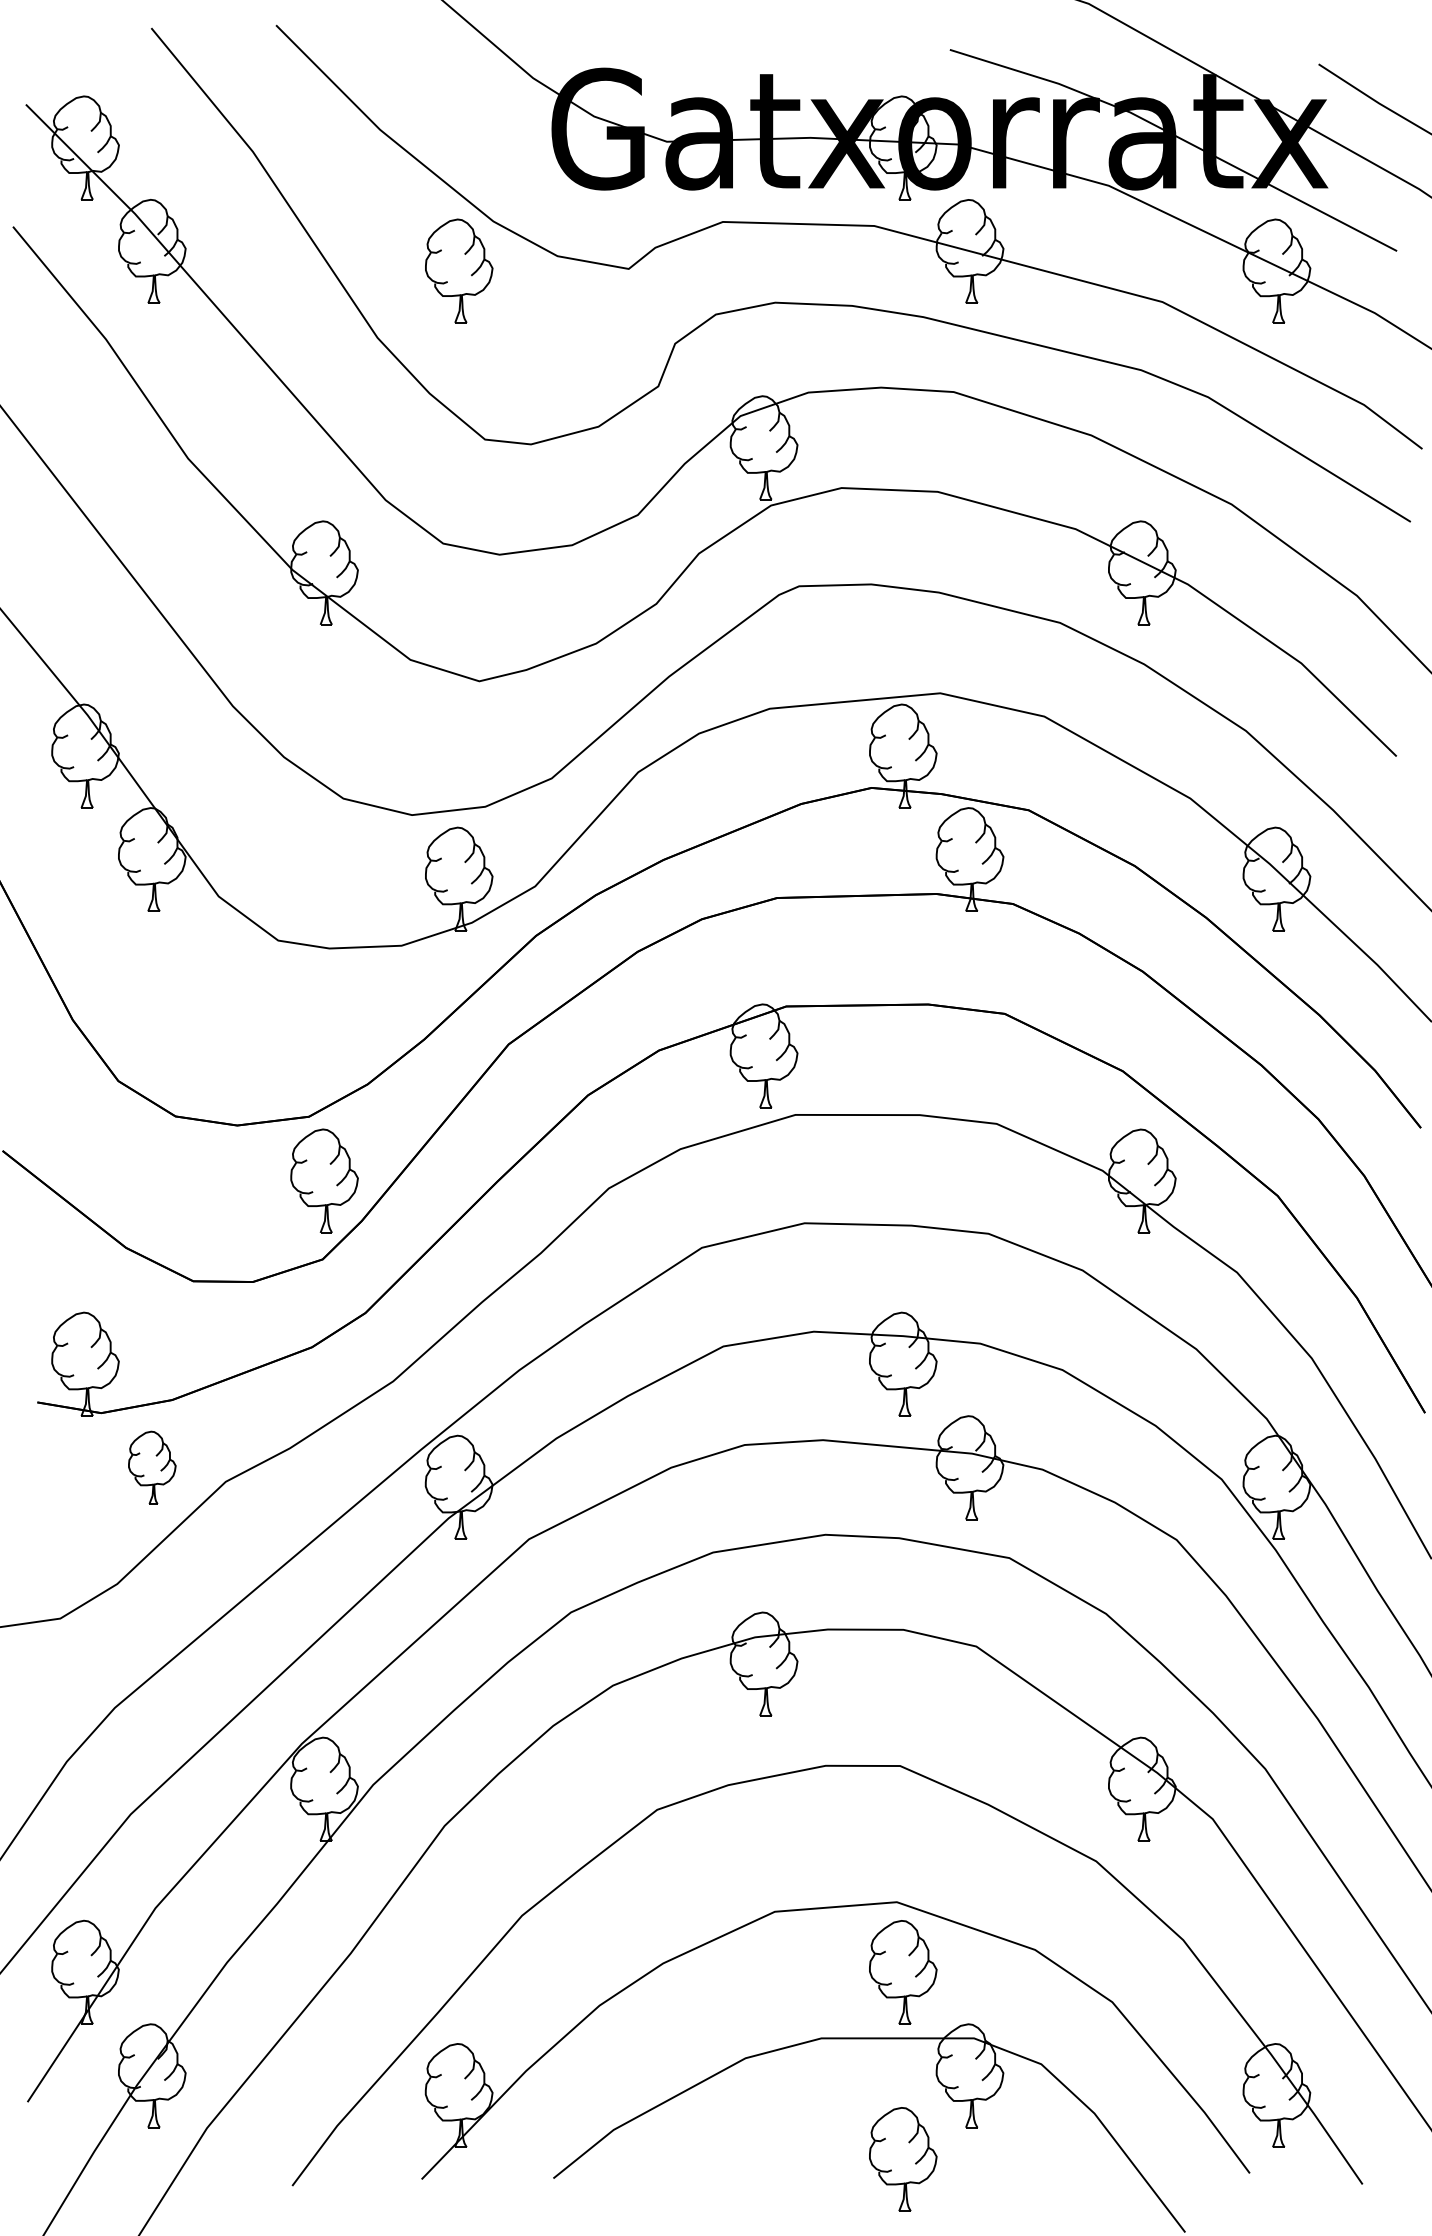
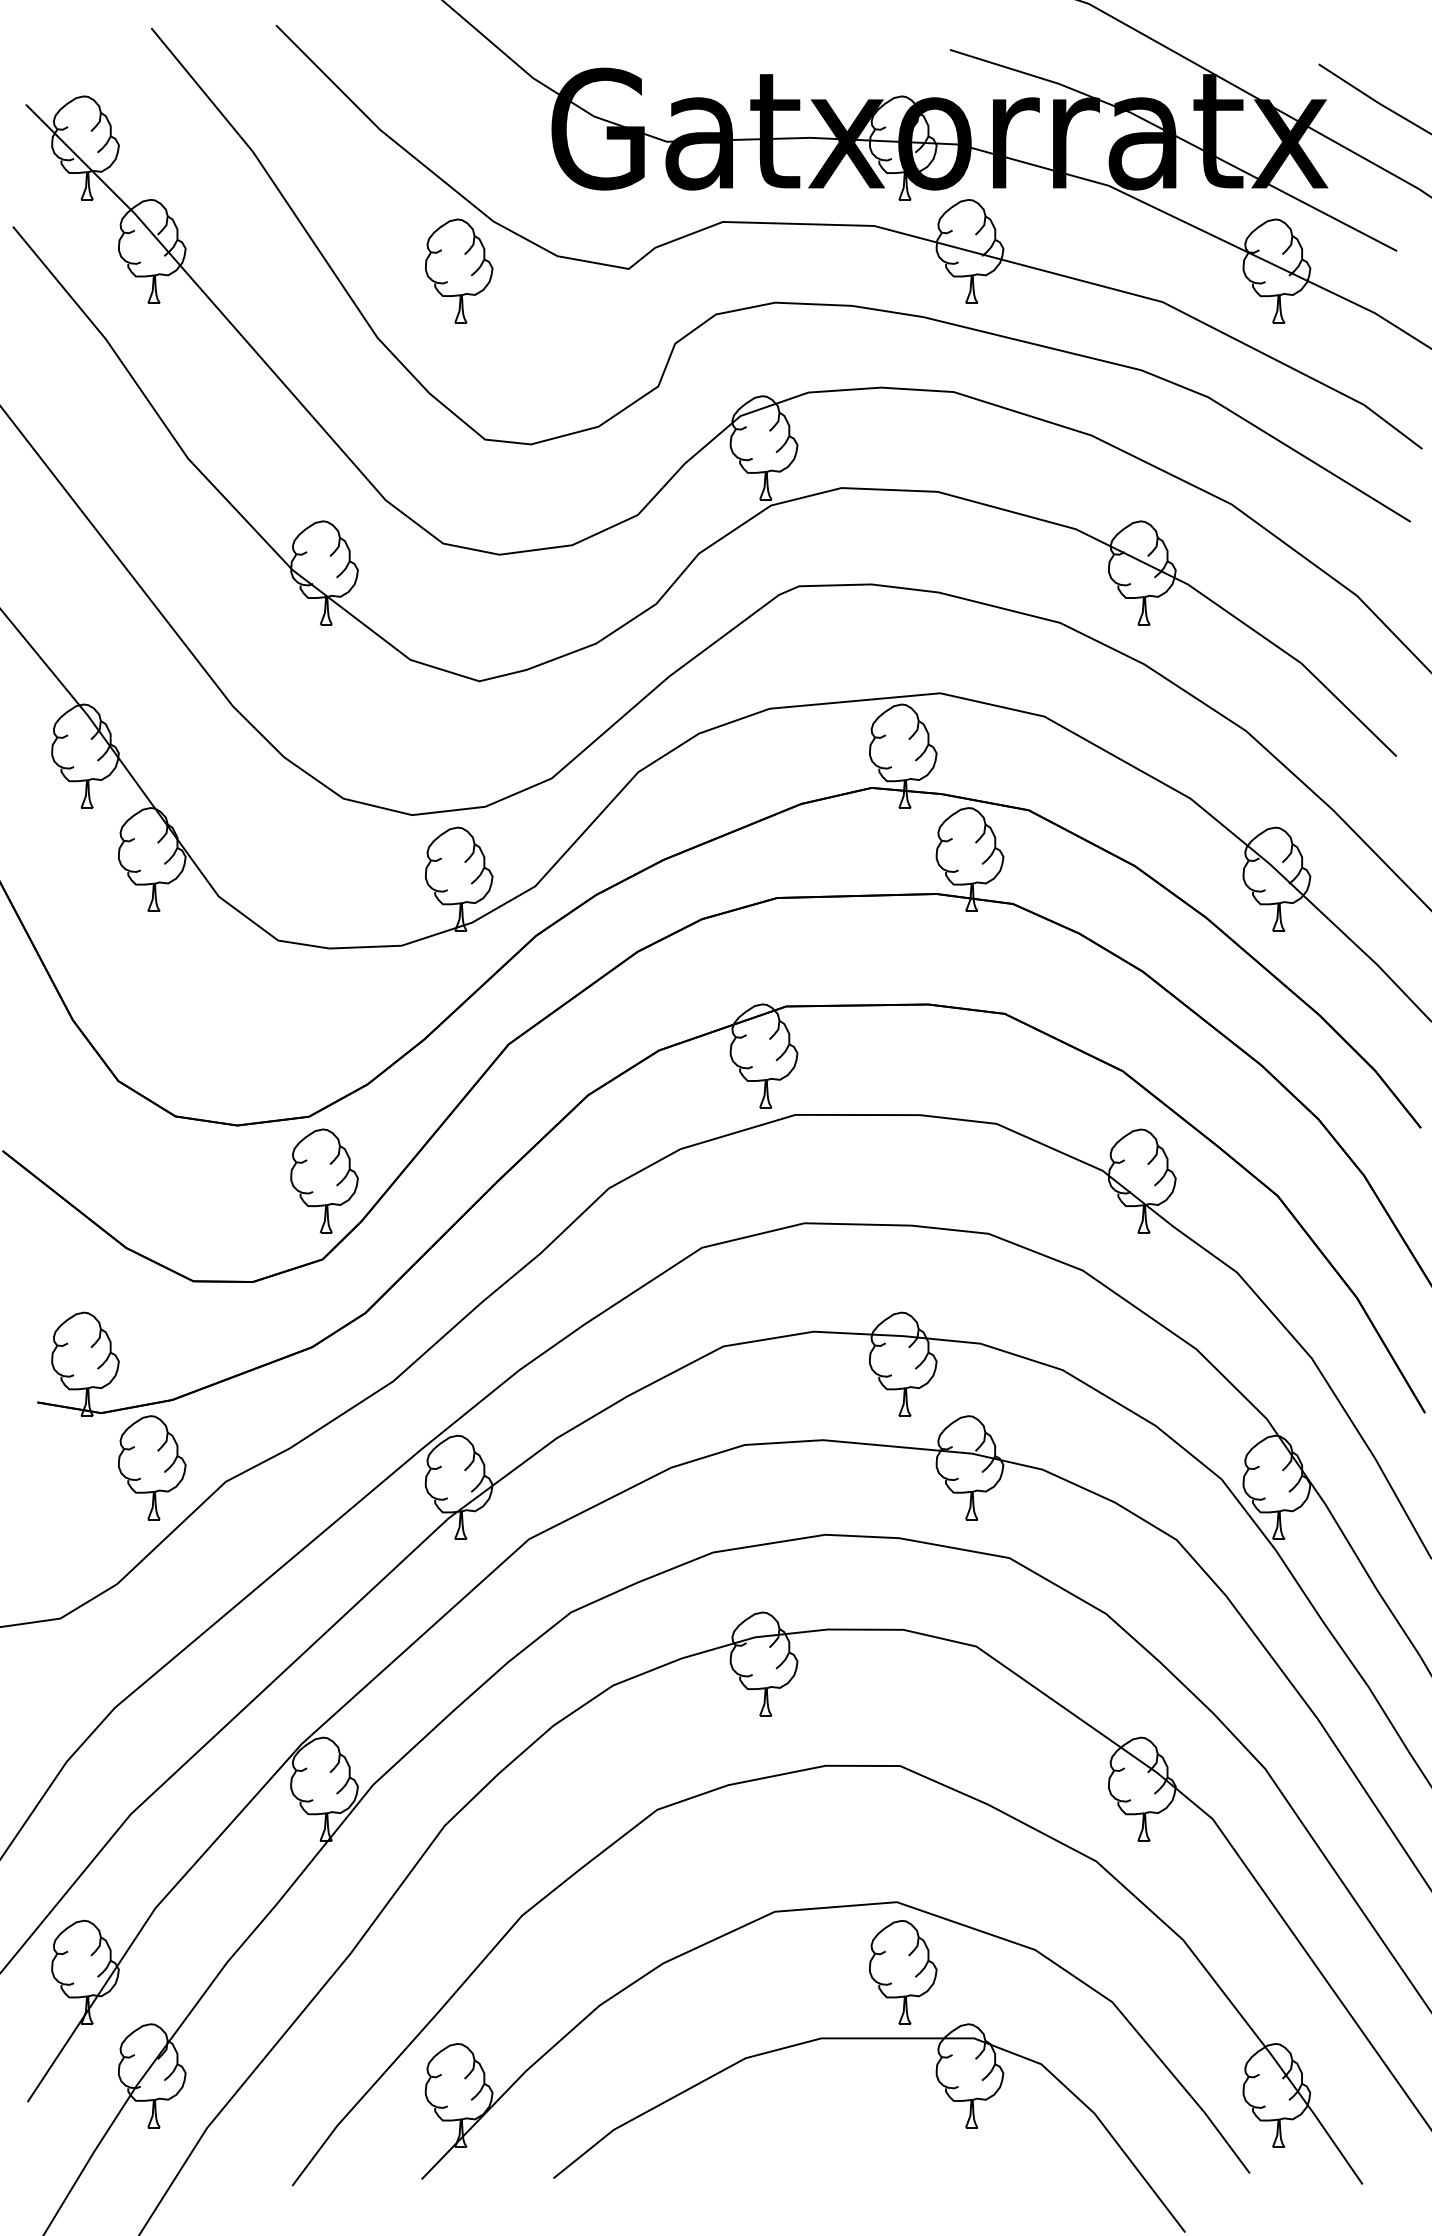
part at (152, 1467) size: 49x75 px -> 69x106 px
part at (903, 2159): present -> none
